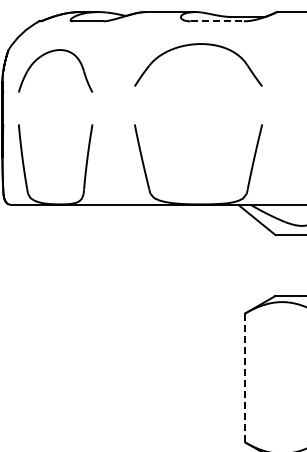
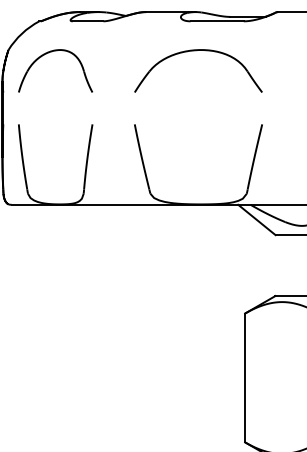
line at (217, 21): dashed -> solid
part at (196, 45) position: (196, 45) -> (196, 51)
line at (245, 377): dashed -> solid
